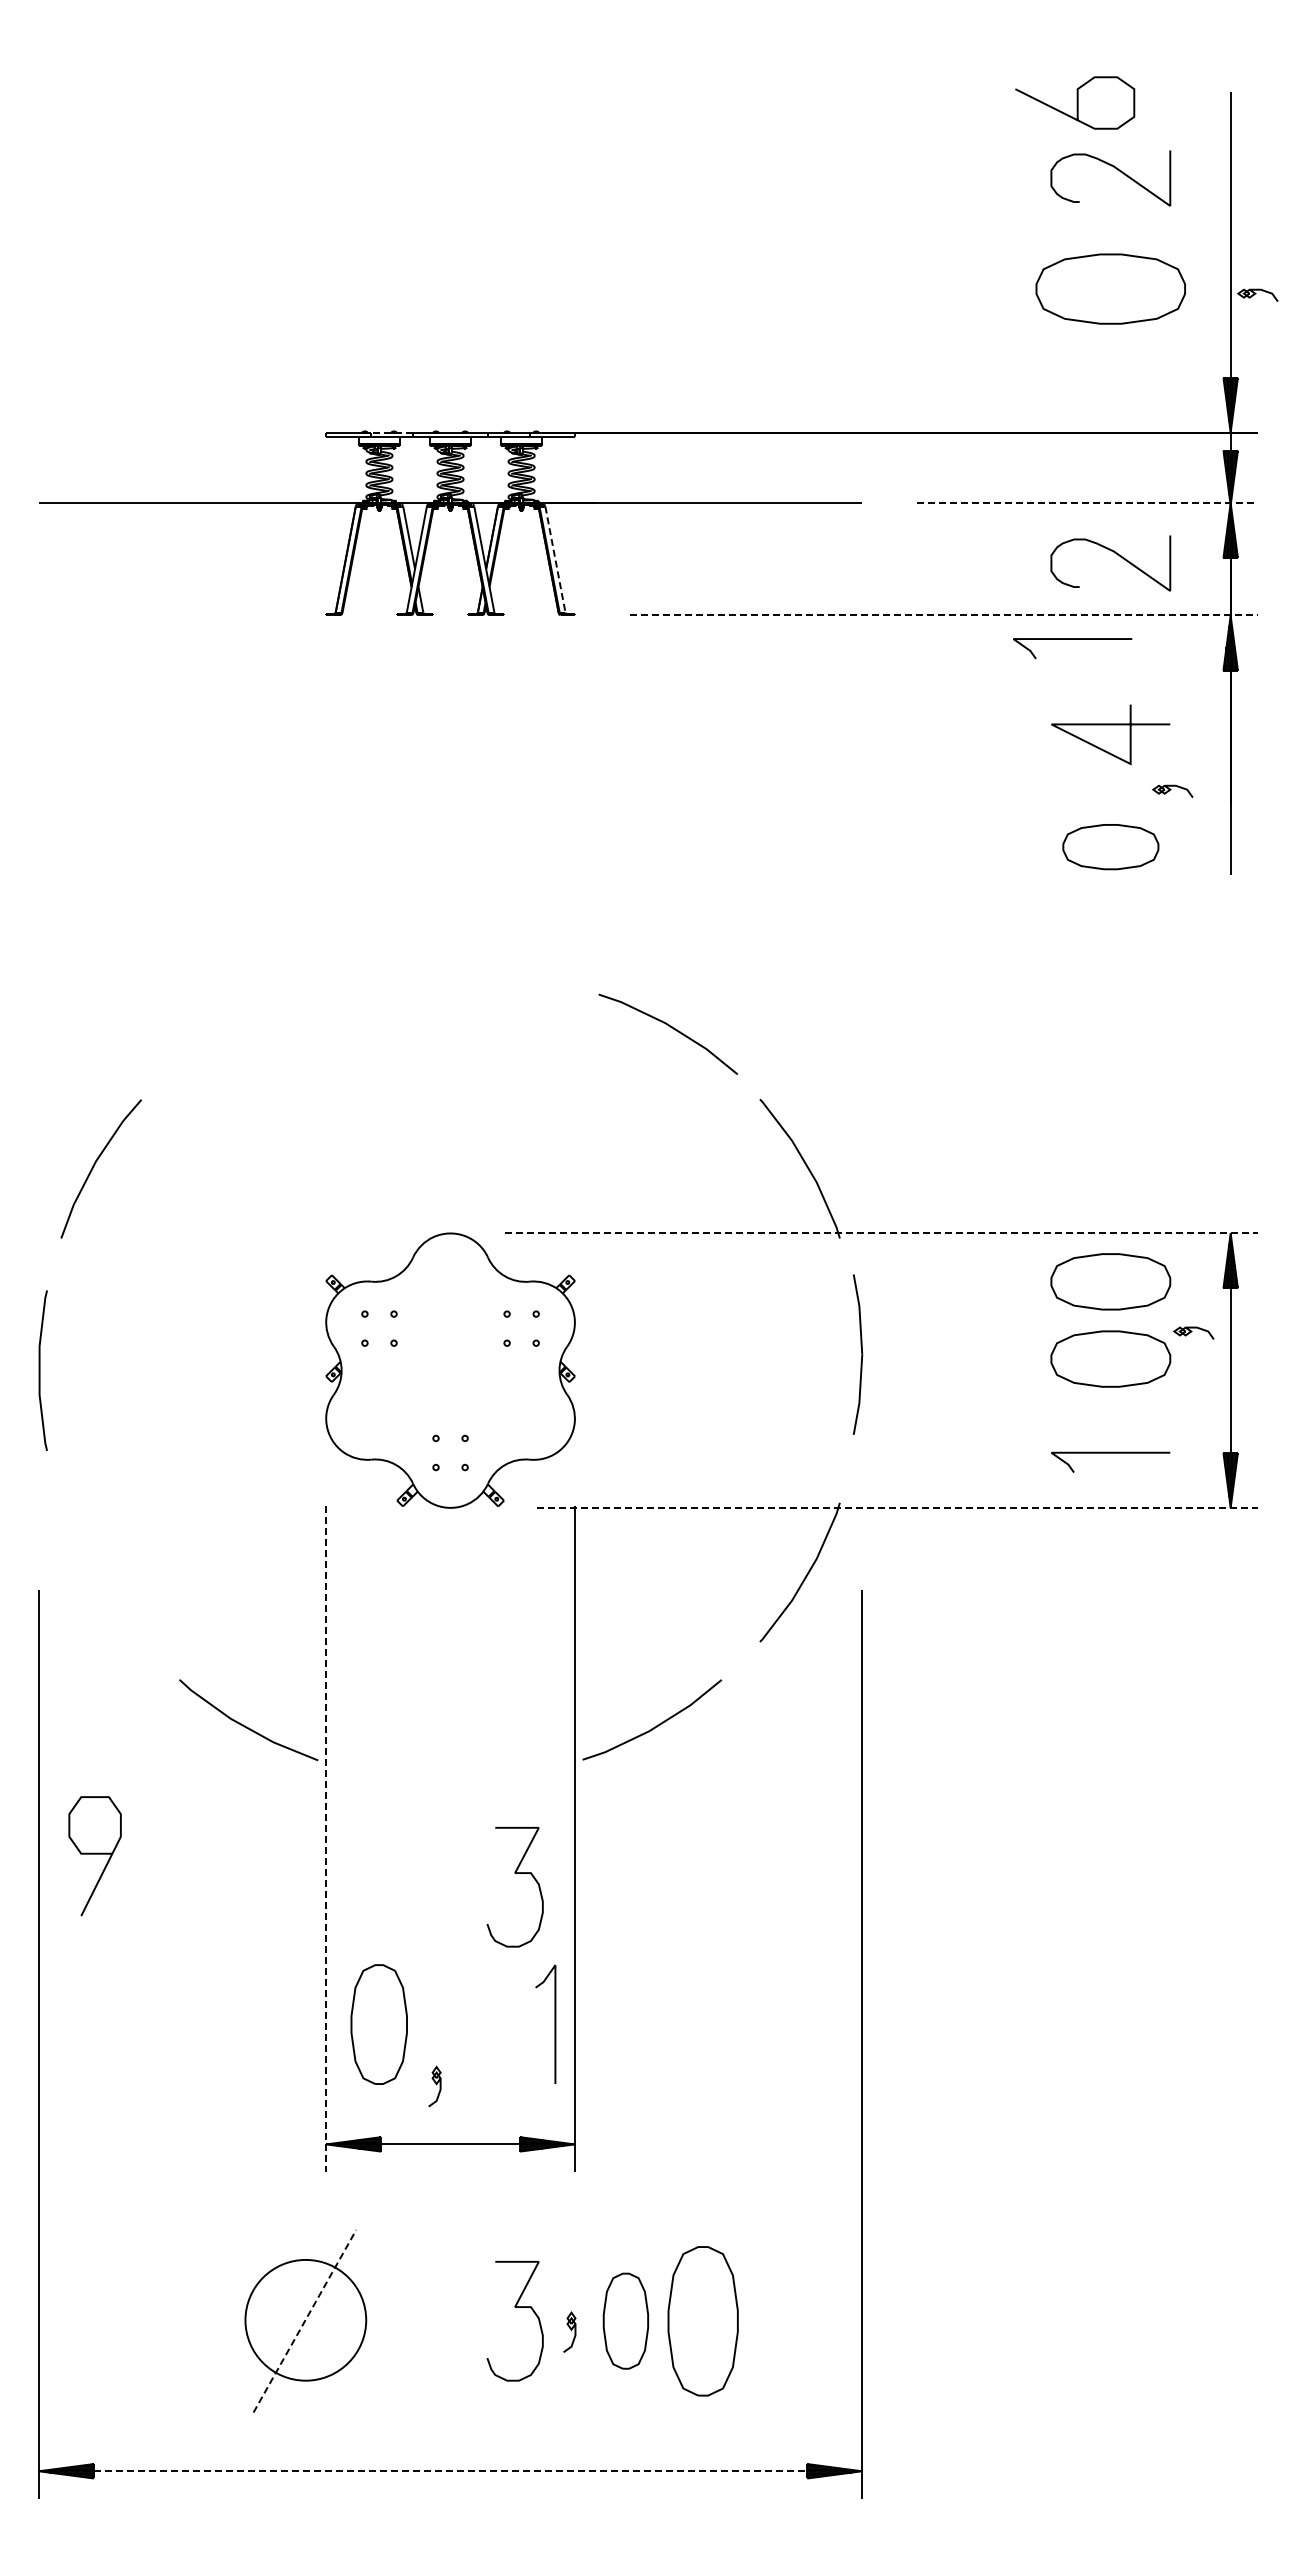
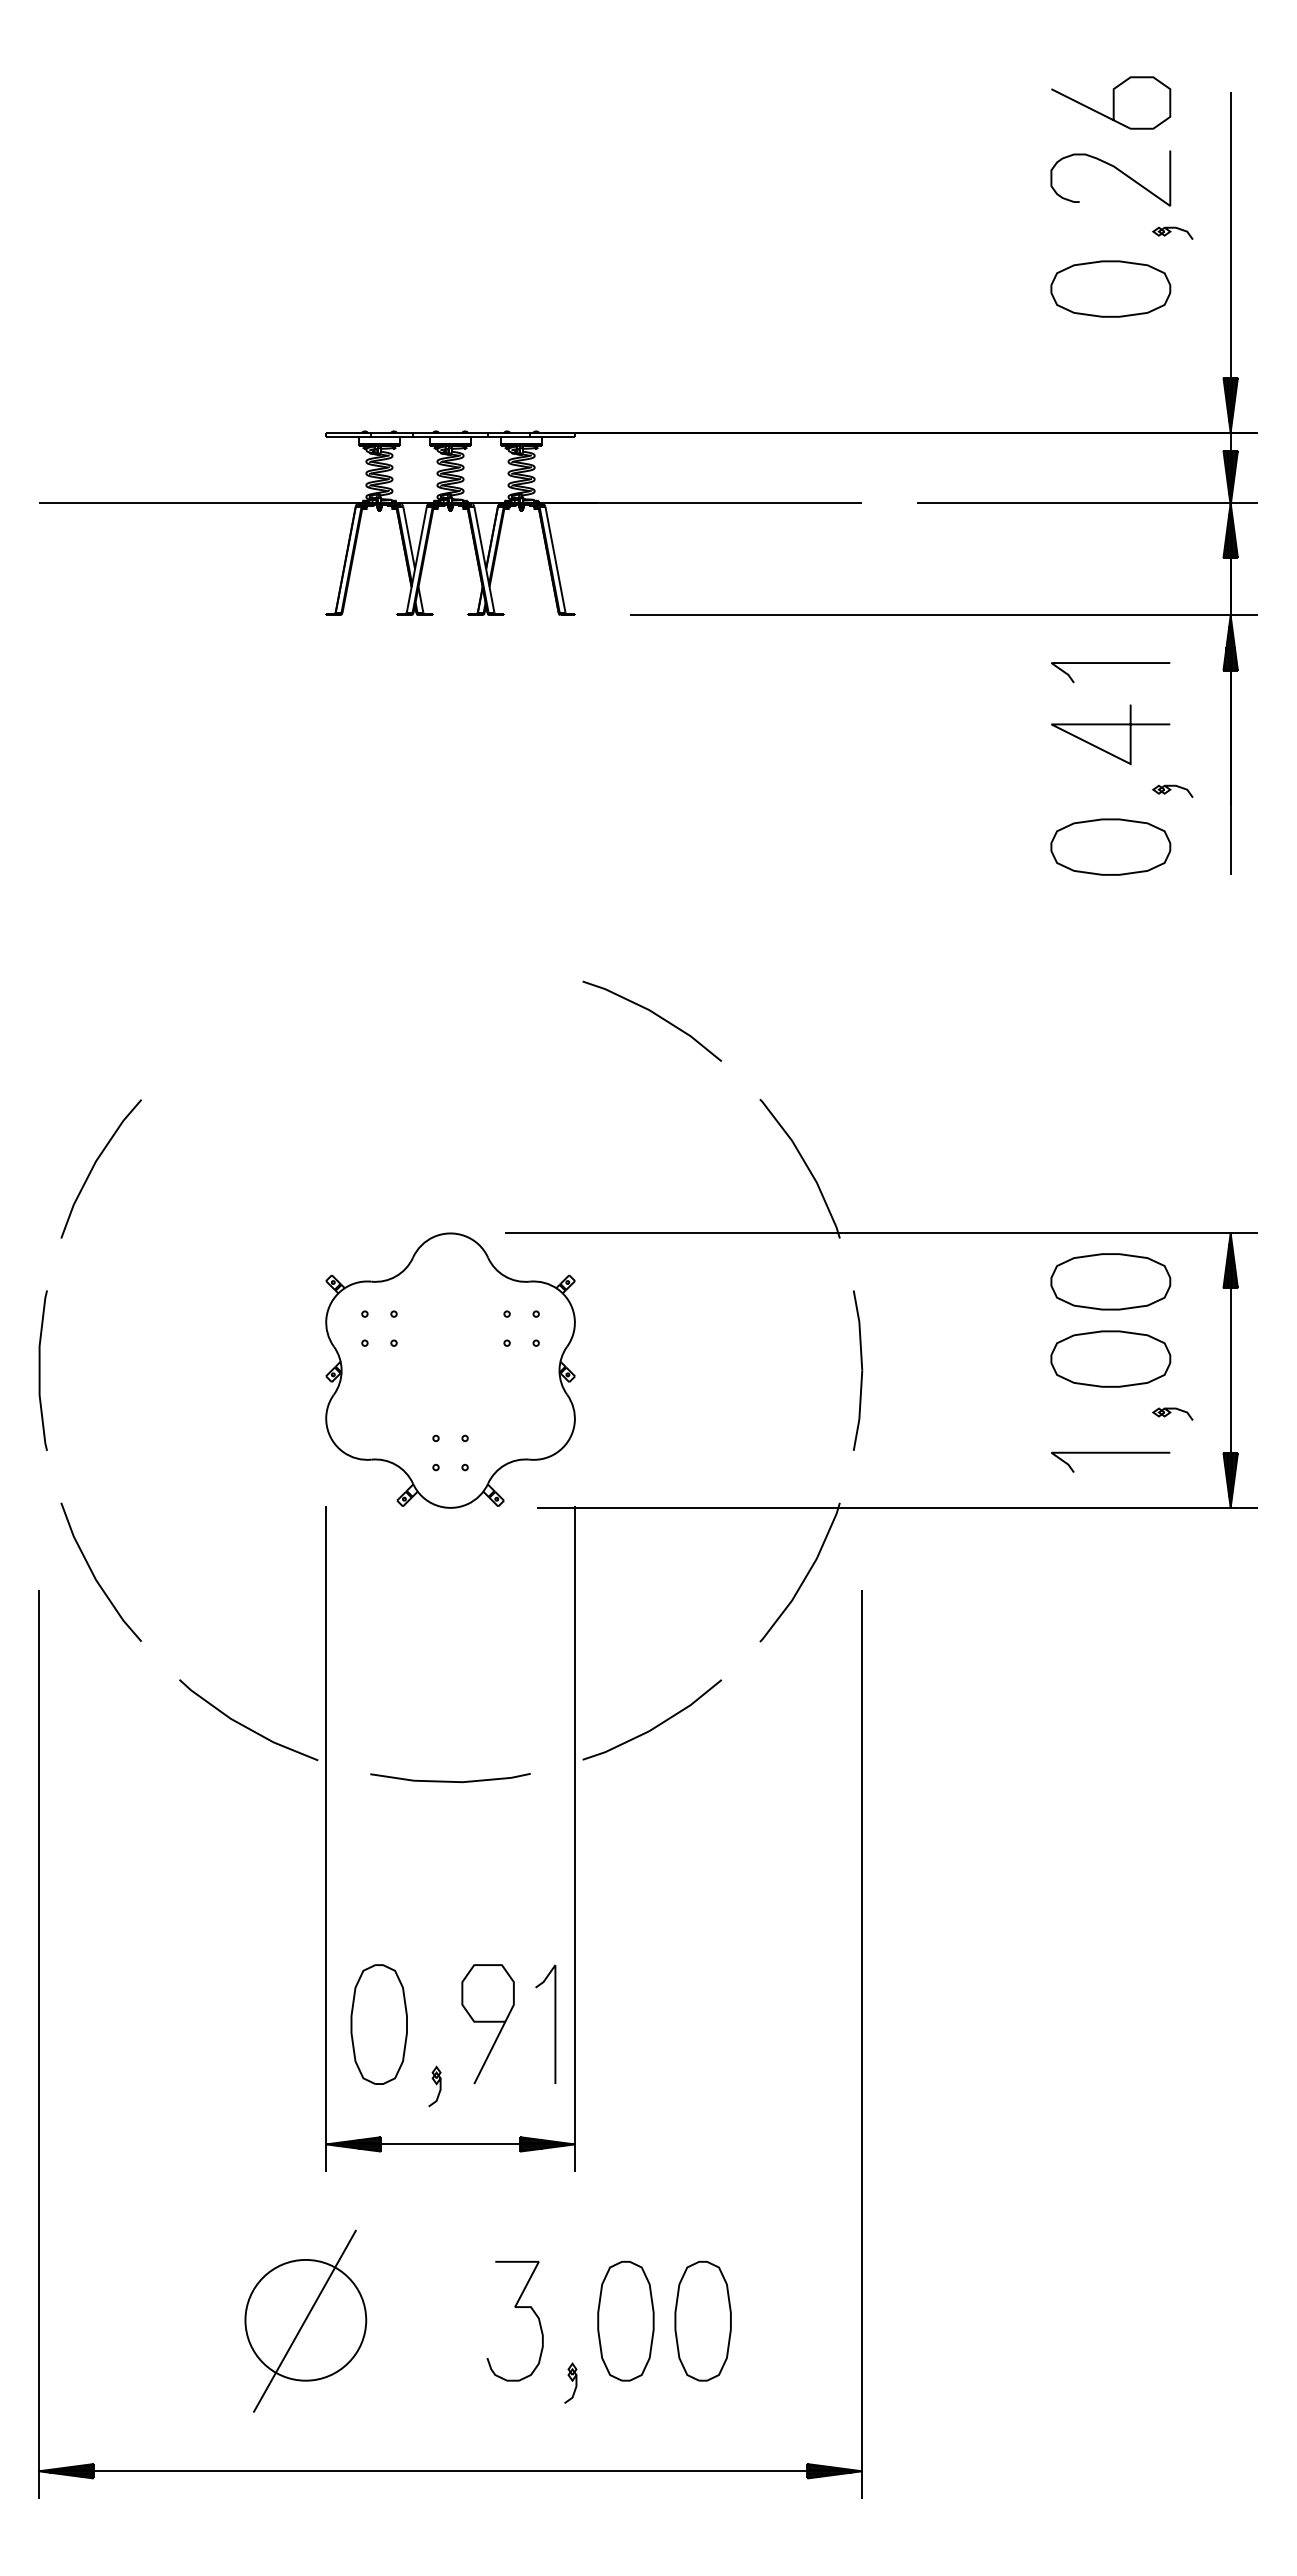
curve at (1076, 102) position: (1076, 102) -> (1112, 102)
part at (1110, 288) size: 151x72 px -> 122x58 px
part at (1257, 294) position: (1257, 294) -> (1172, 232)
line at (392, 432): dashed -> solid
line at (1088, 503): dashed -> solid
curve at (1117, 555): present -> none
line at (555, 559): dashed -> solid
line at (944, 615): dashed -> solid
line at (1072, 639) position: (1072, 639) -> (1110, 663)
part at (1110, 847) size: 98x47 px -> 122x58 px
line at (671, 1028) position: (671, 1028) -> (655, 1015)
line at (882, 1233): dashed -> solid
part at (1193, 1332) position: (1193, 1332) -> (1172, 1413)
part at (858, 1354) position: (858, 1354) -> (858, 1370)
line at (898, 1507): dashed -> solid
line at (94, 1574): none -> present
line at (450, 1780): none -> present
line at (326, 1839): dashed -> solid
curve at (94, 1854) position: (94, 1854) -> (487, 2022)
curve at (514, 1873): present -> none
part at (625, 2320) size: 47x98 px -> 58x122 px
line at (304, 2321): dashed -> solid
part at (702, 2321) size: 72x151 px -> 58x122 px
part at (569, 2331) position: (569, 2331) -> (570, 2382)
line at (450, 2471): dashed -> solid
